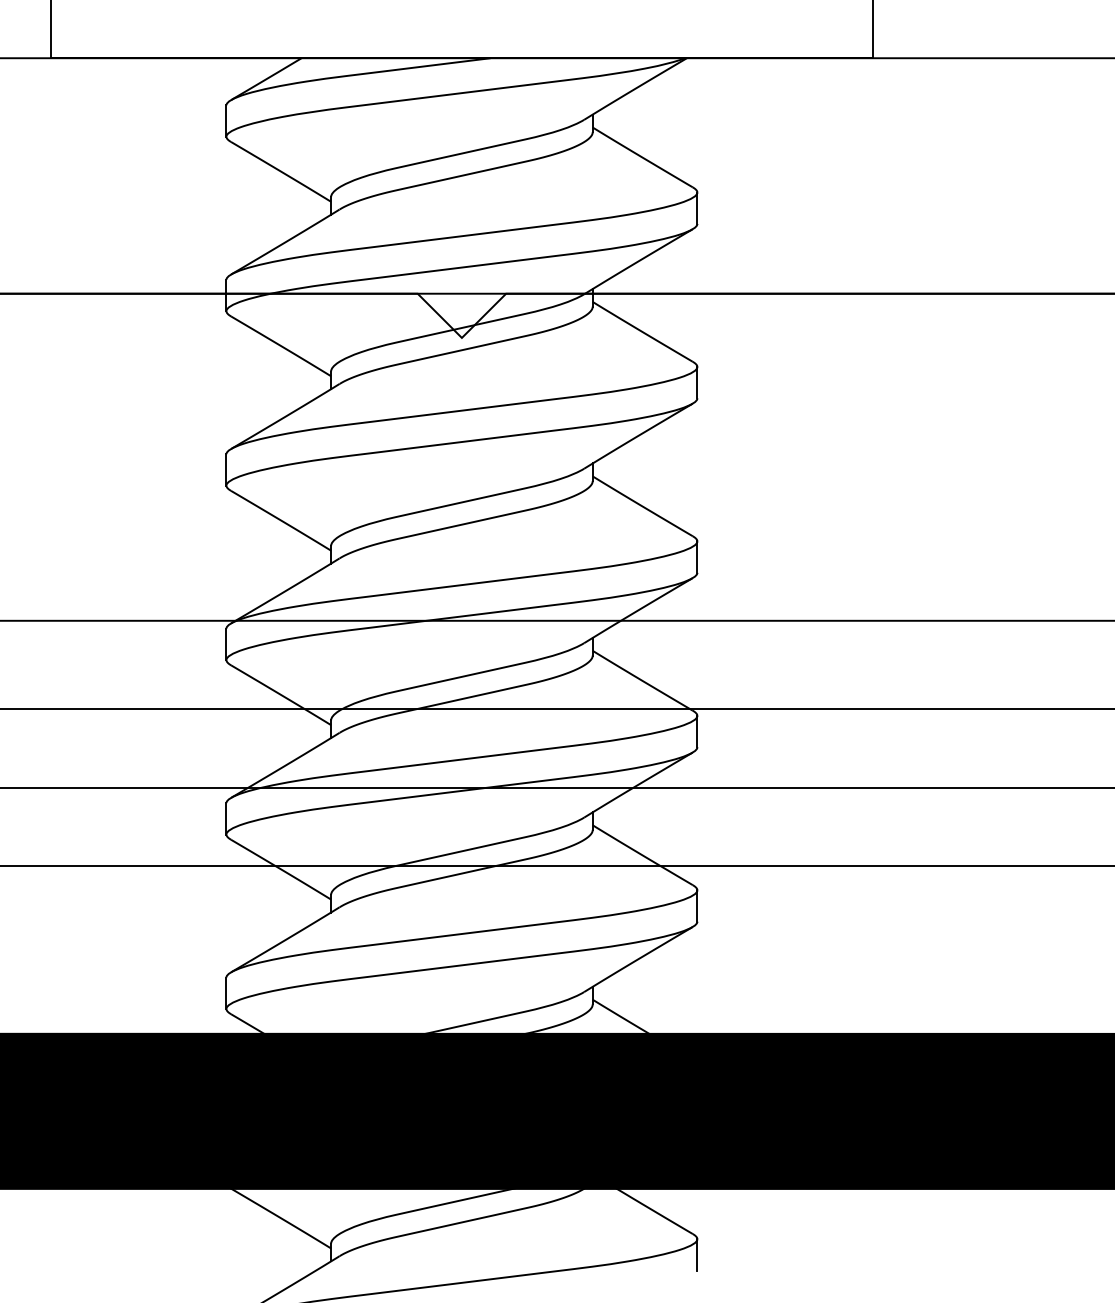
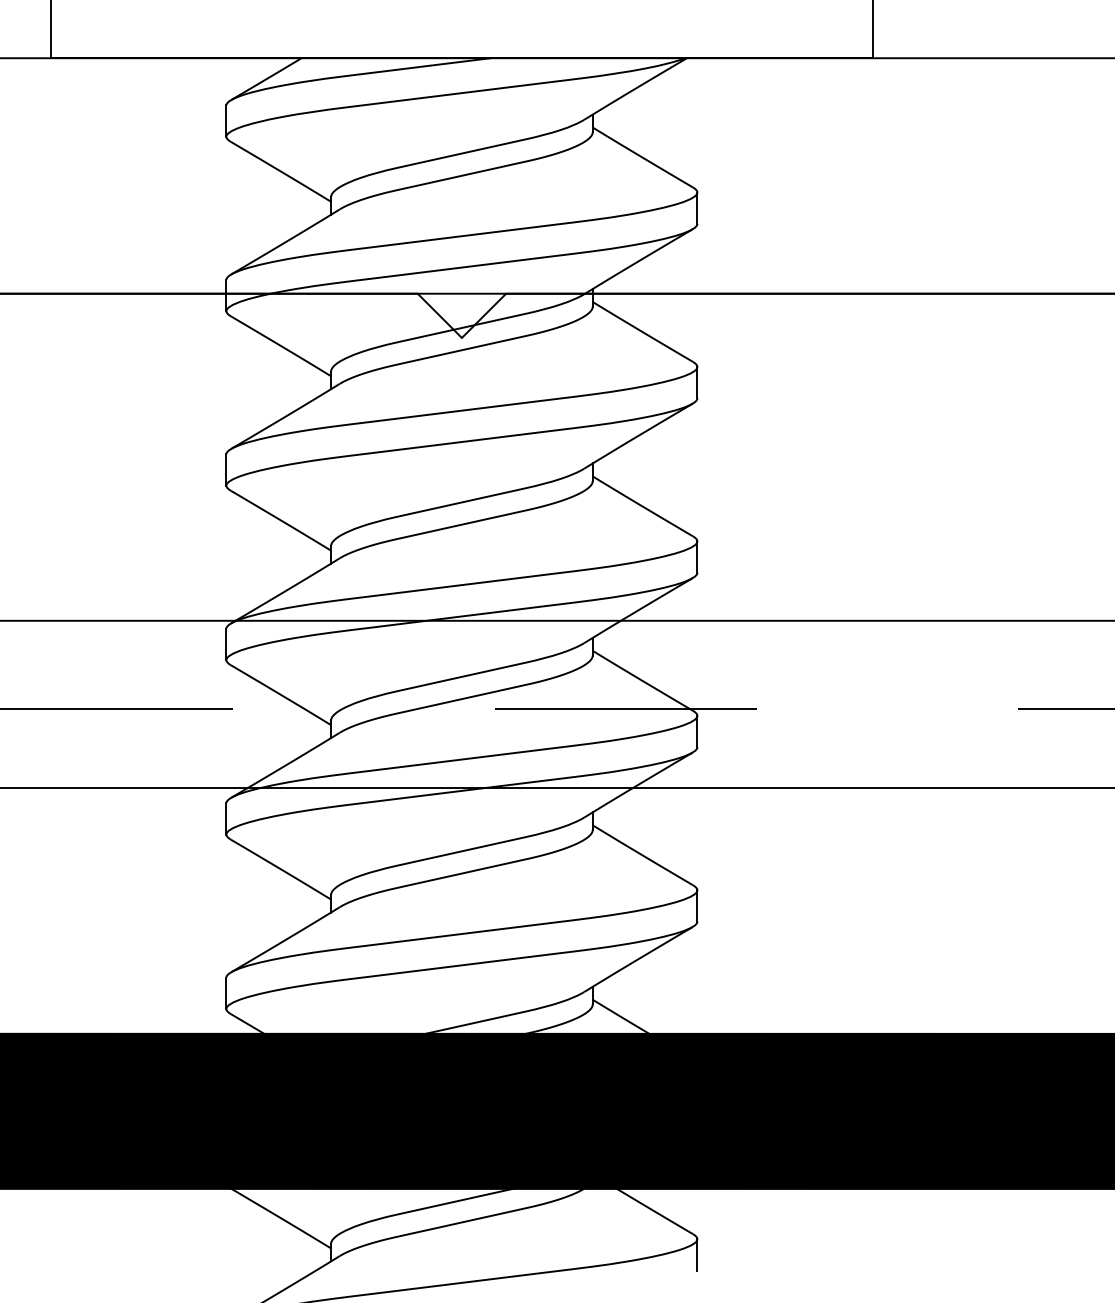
line at (557, 709): solid -> dashed
line at (556, 866): present -> none
